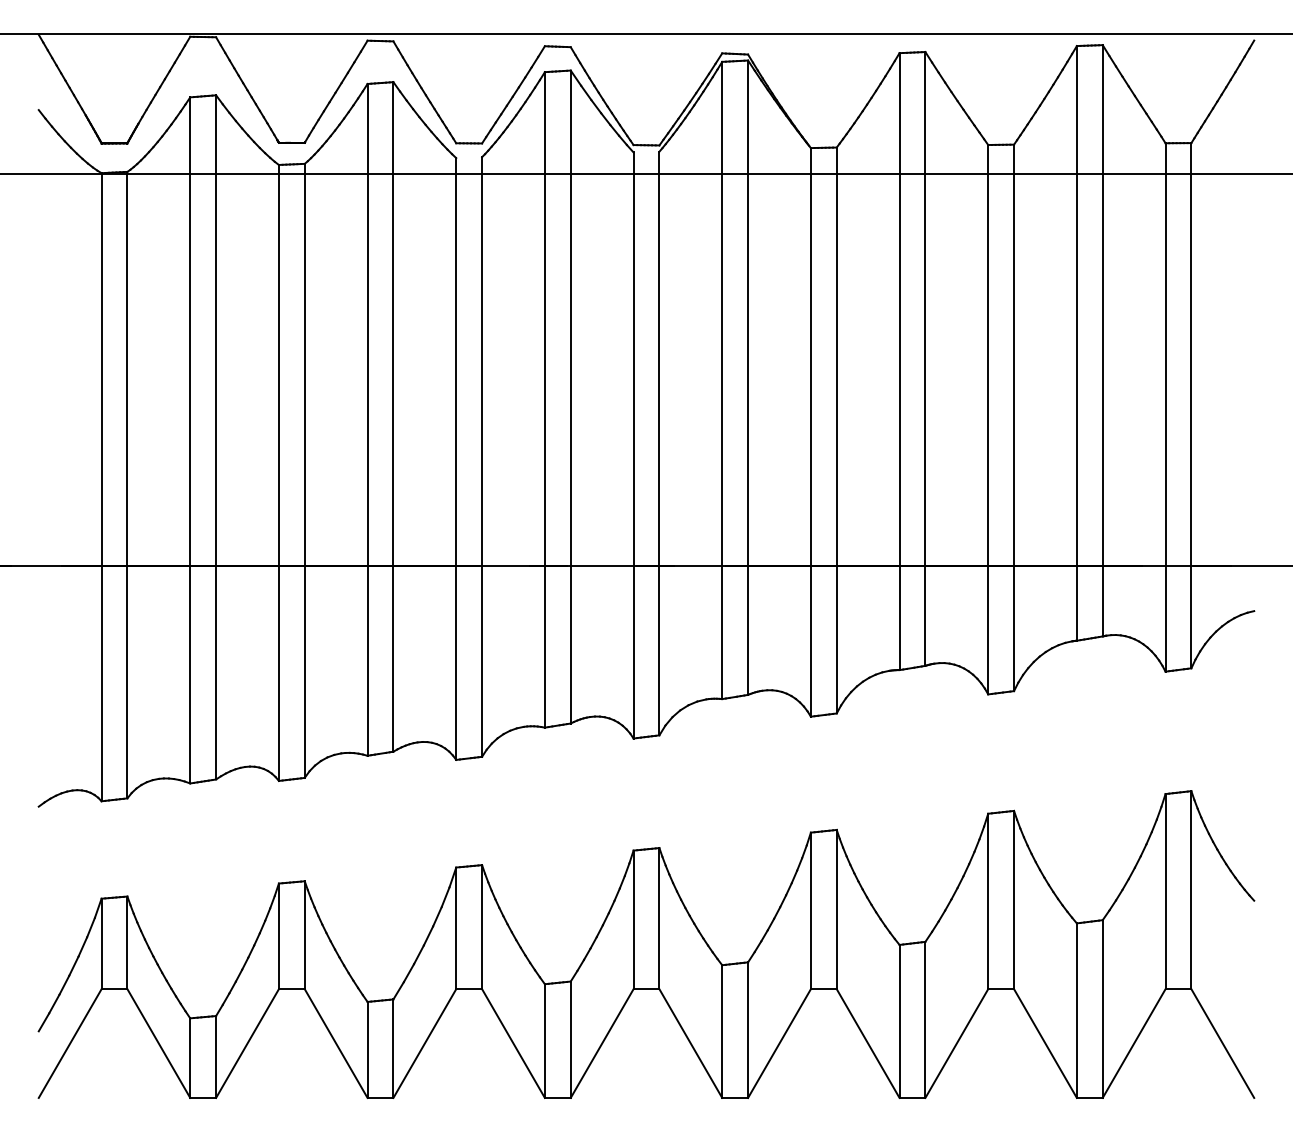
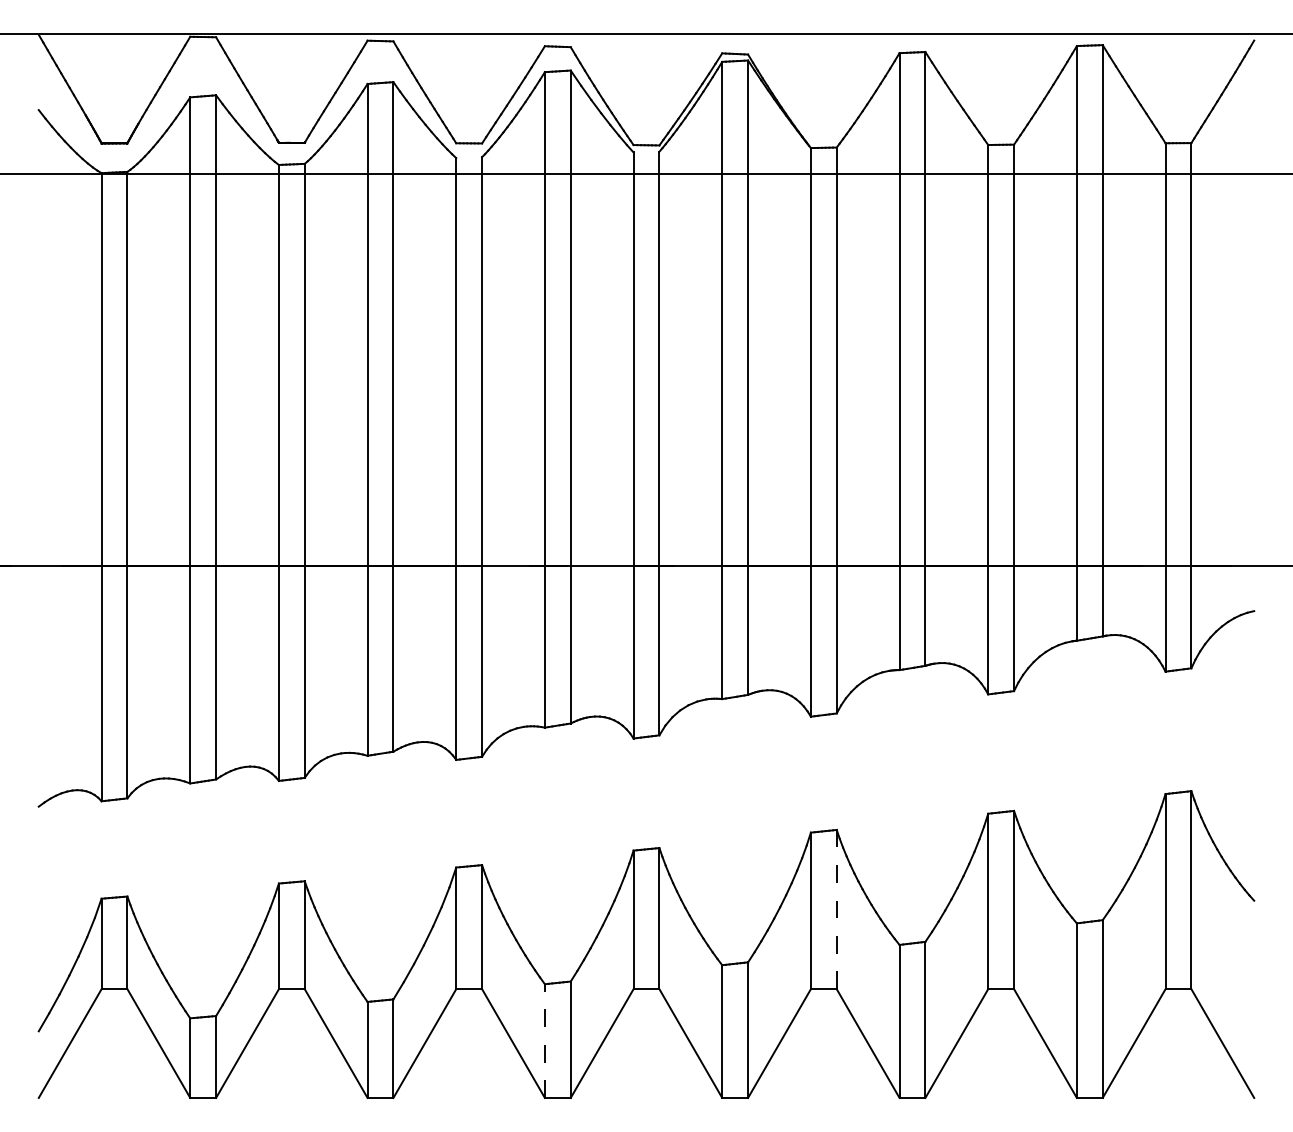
line at (836, 909): solid -> dashed
line at (544, 1041): solid -> dashed
